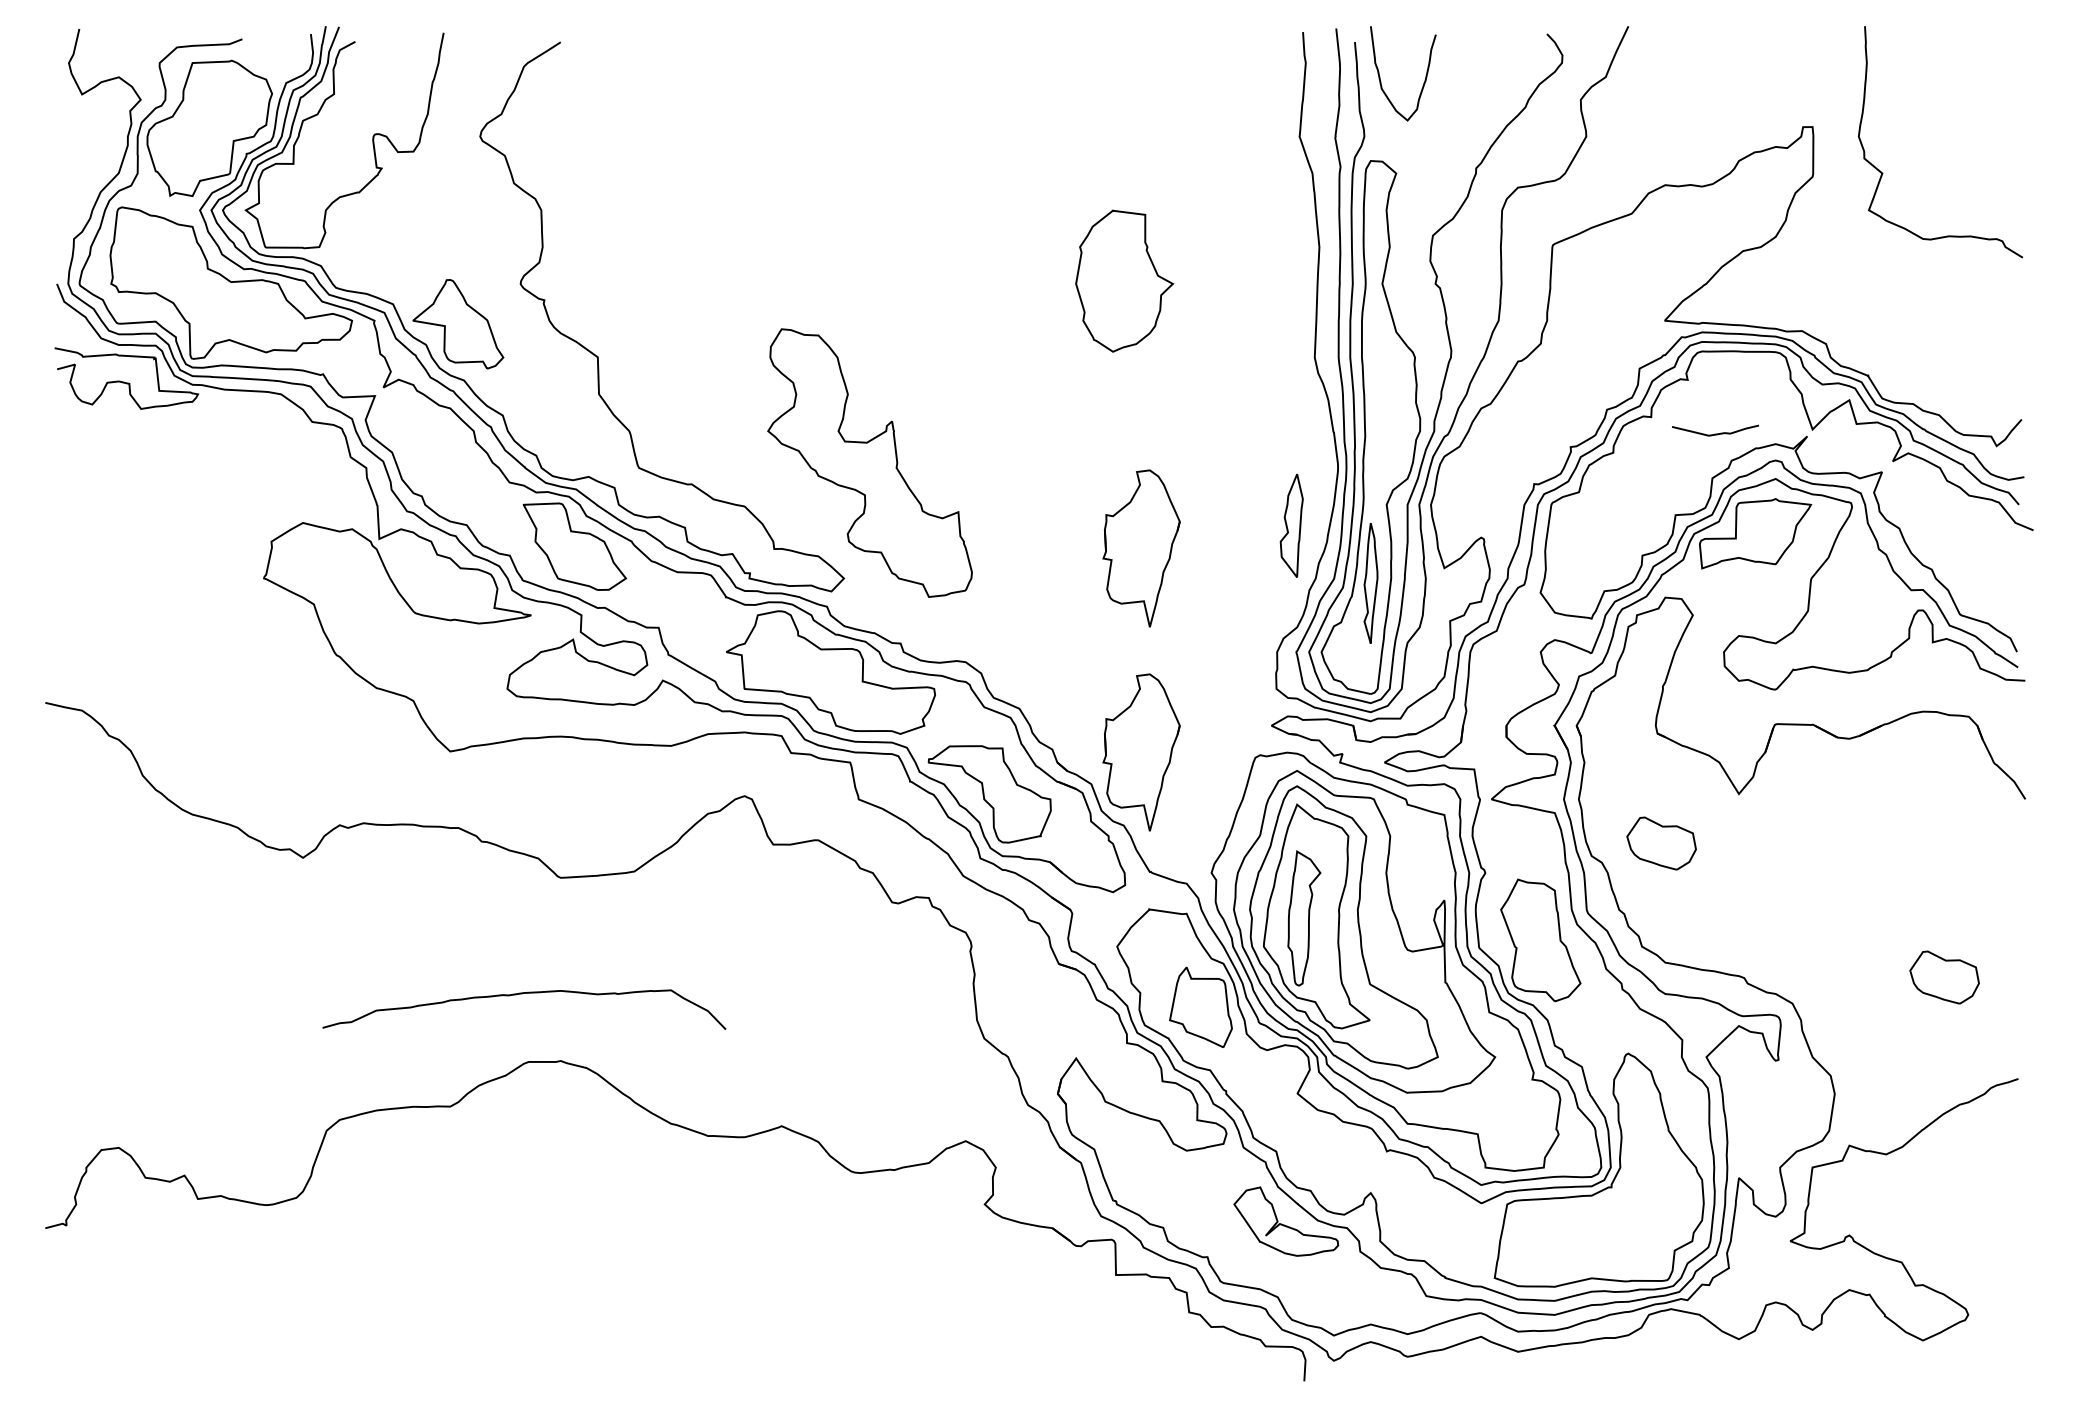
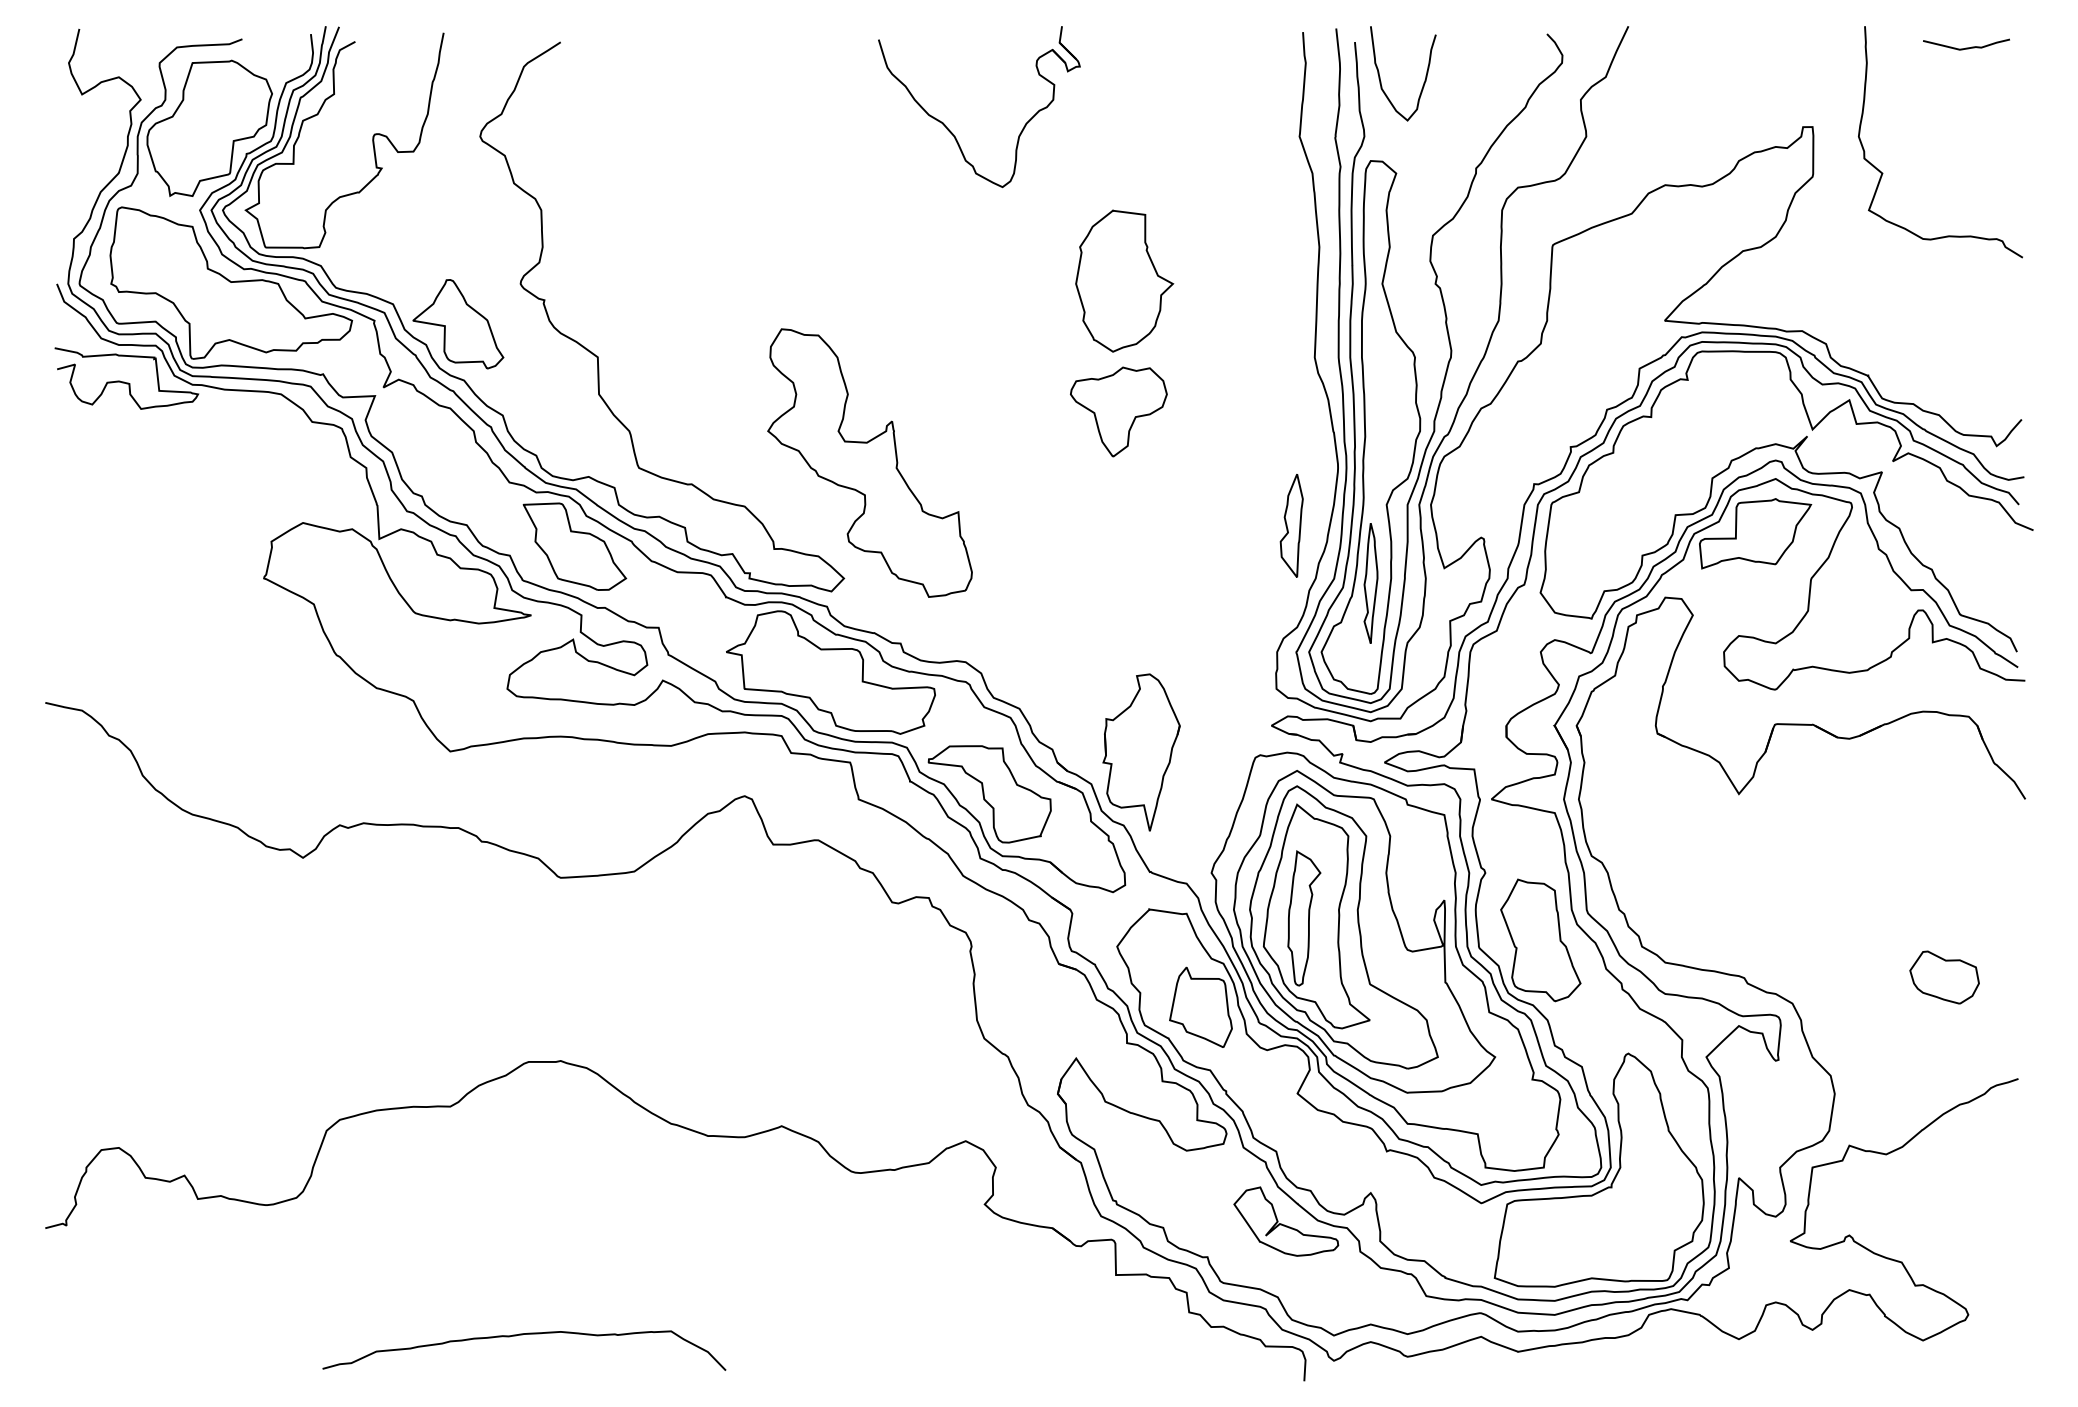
part at (953, 133): none -> present
part at (1118, 411): none -> present
curve at (1715, 433) position: (1715, 433) -> (1966, 47)
part at (1141, 548): present -> none
part at (1661, 843): present -> none
curve at (522, 994) position: (522, 994) -> (522, 1335)
